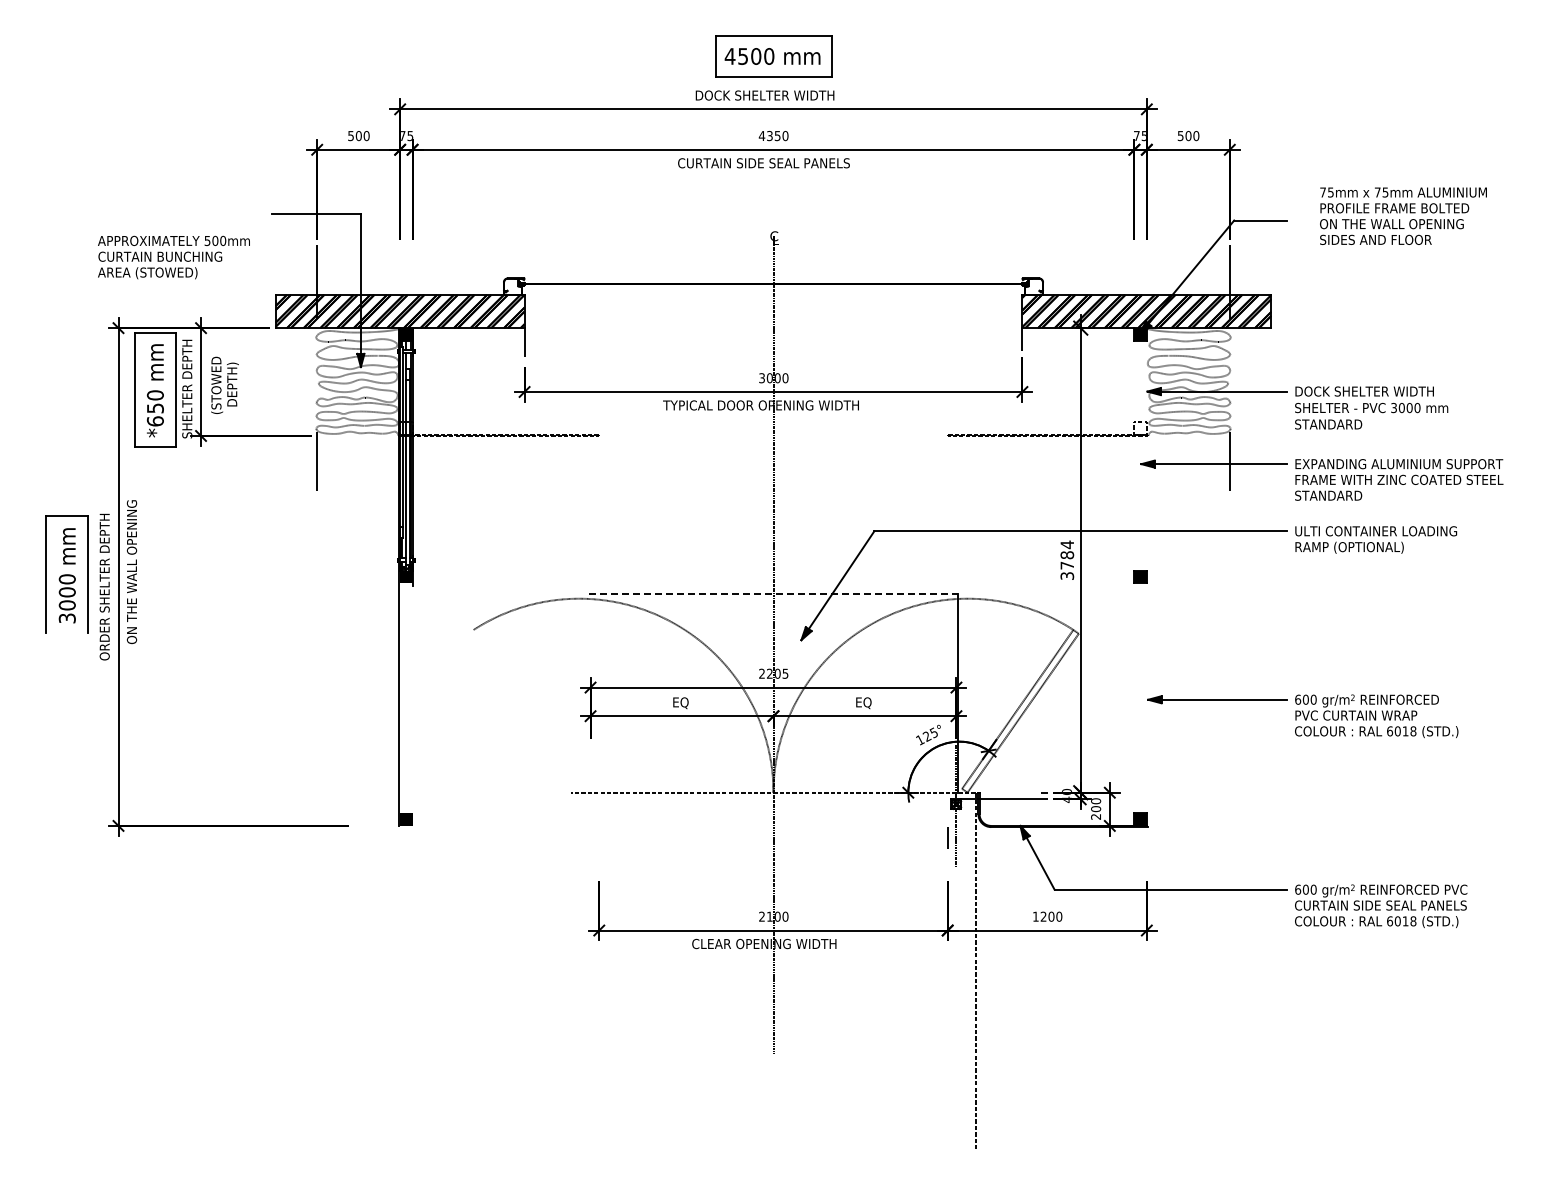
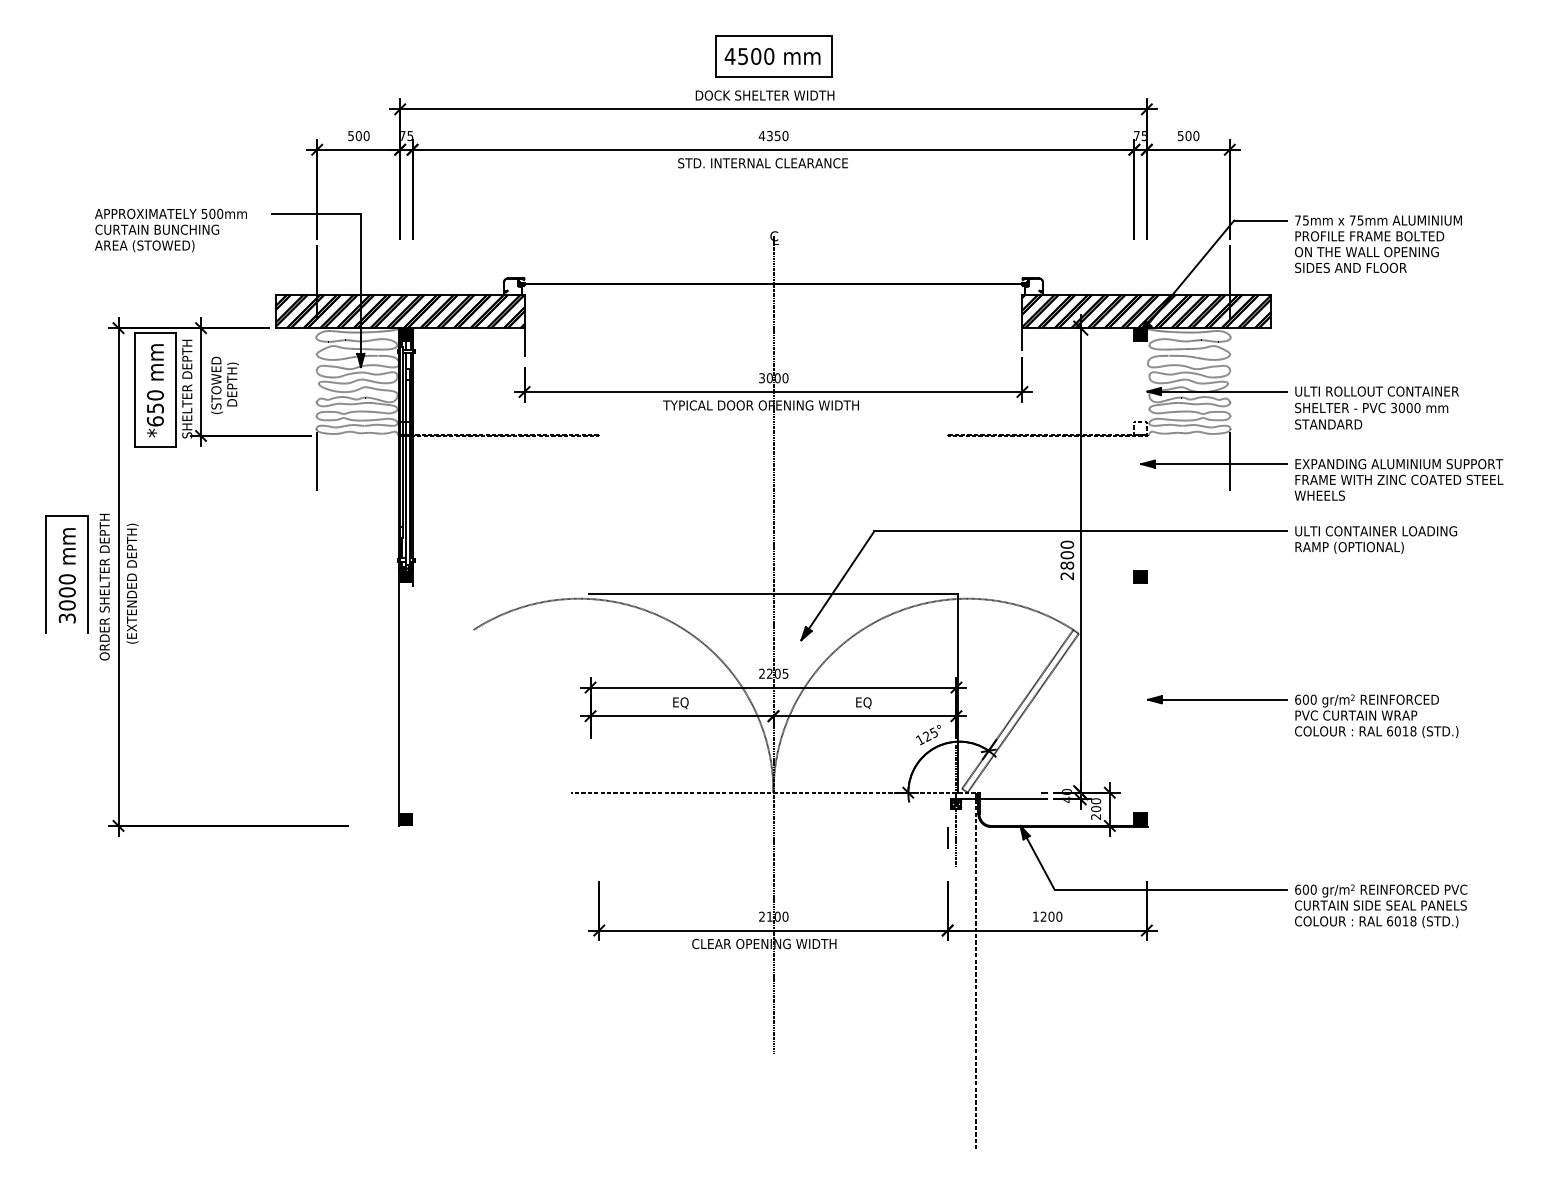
text at (763, 163): CURTAIN SIDE SEAL PANELS -> STD. INTERNAL CLEARANCE
text at (1403, 215) position: (1403, 215) -> (1378, 243)
text at (173, 257) position: (173, 257) -> (170, 230)
text at (1376, 391): DOCK SHELTER WIDTH -> ULTI ROLLOUT CONTAINER
text at (1328, 495): STANDARD -> WHEELS
text at (1067, 559): 3784 -> 2800
text at (132, 572): ON THE WALL OPENING -> (EXTENDED DEPTH)
line at (774, 593): dashed -> solid
